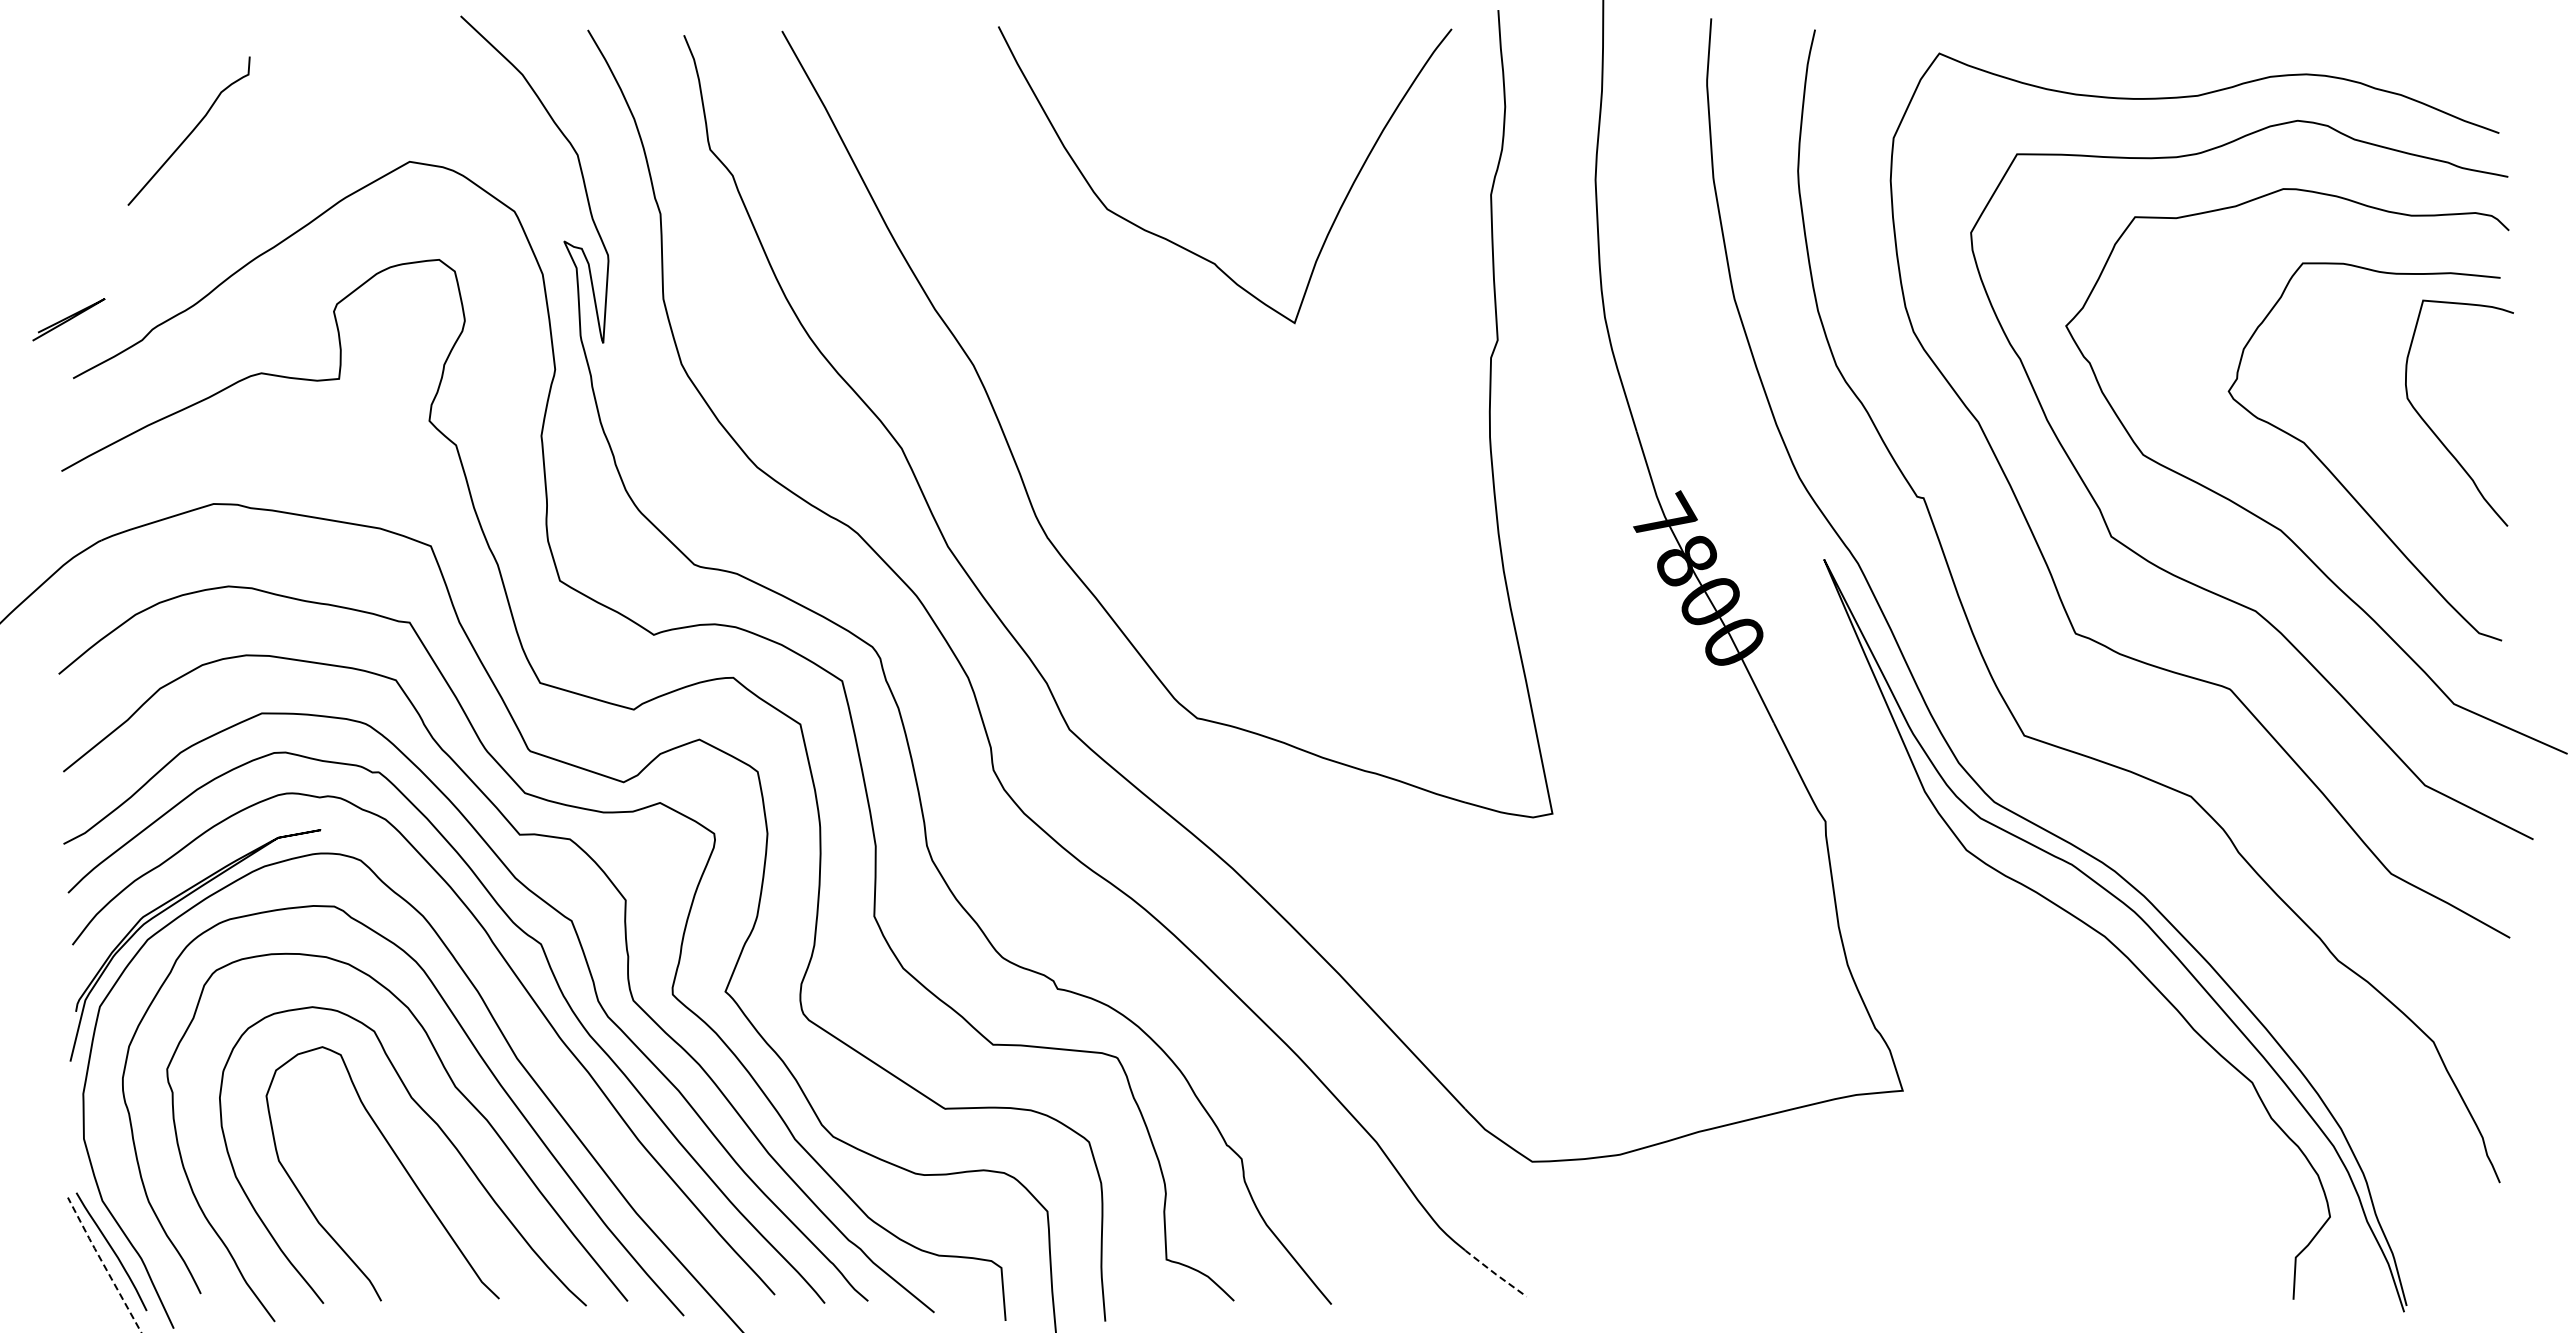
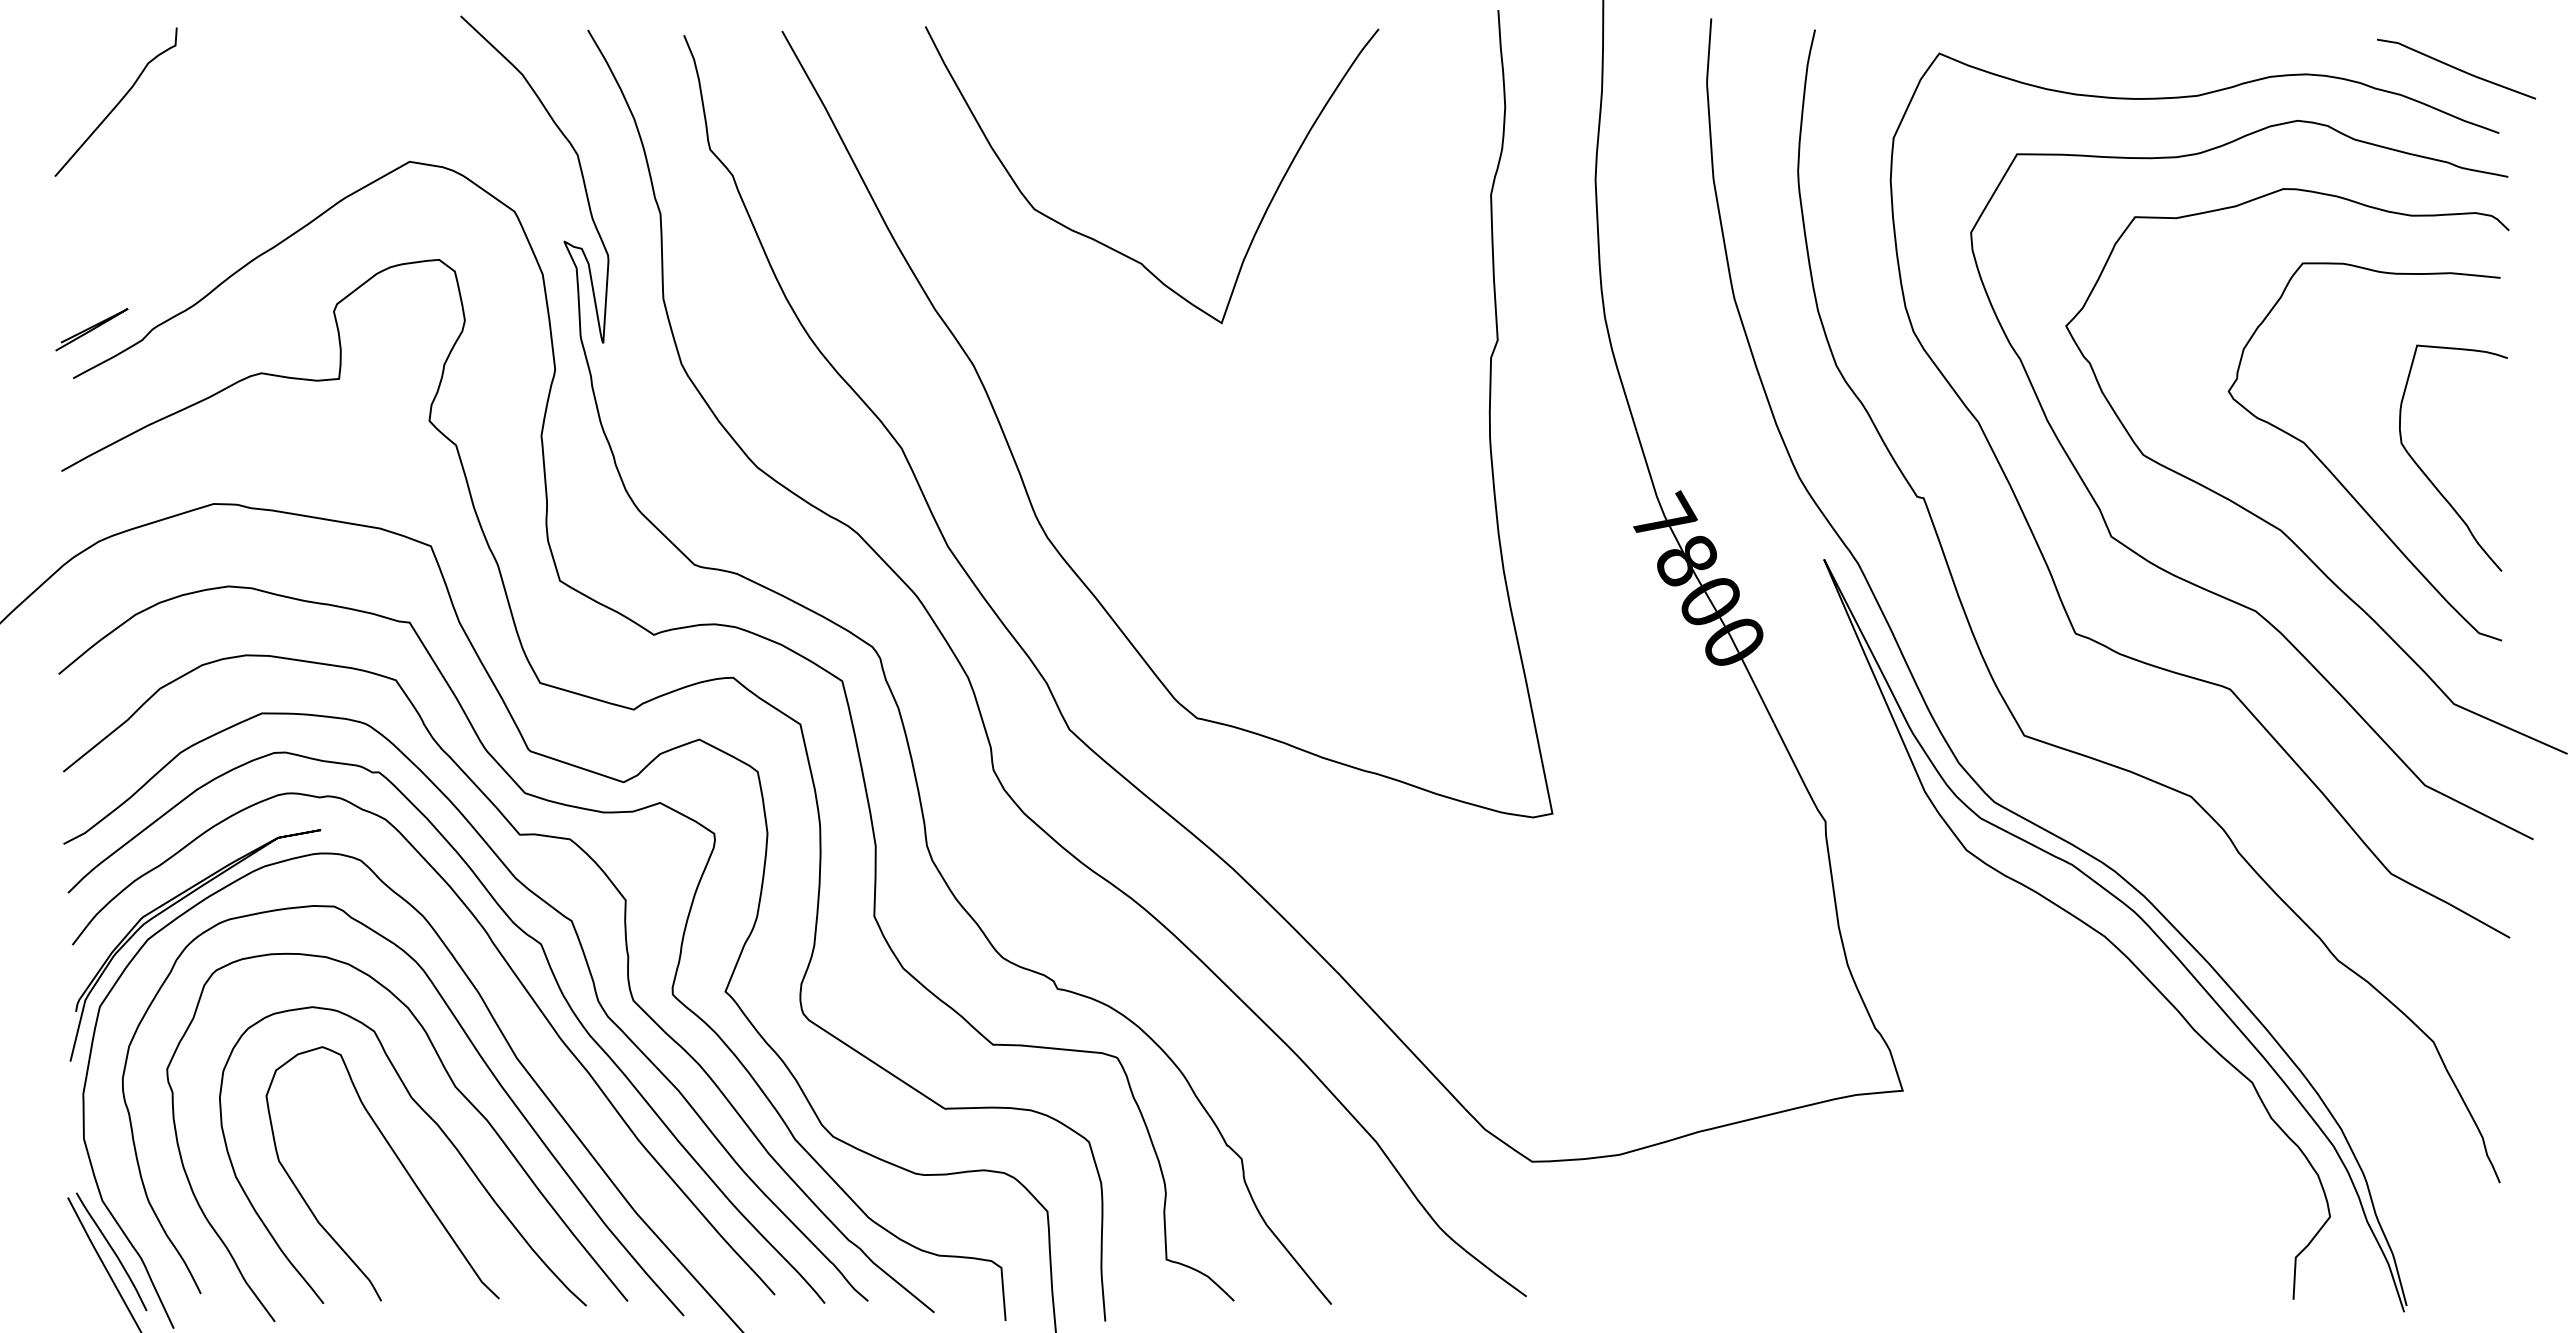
curve at (2456, 68): none -> present
curve at (190, 132) position: (190, 132) -> (117, 103)
curve at (1188, 249) position: (1188, 249) -> (1115, 249)
curve at (68, 319) position: (68, 319) -> (91, 329)
curve at (2433, 430) position: (2433, 430) -> (2427, 475)
line at (102, 1263): dashed -> solid
line at (1495, 1273): dashed -> solid
